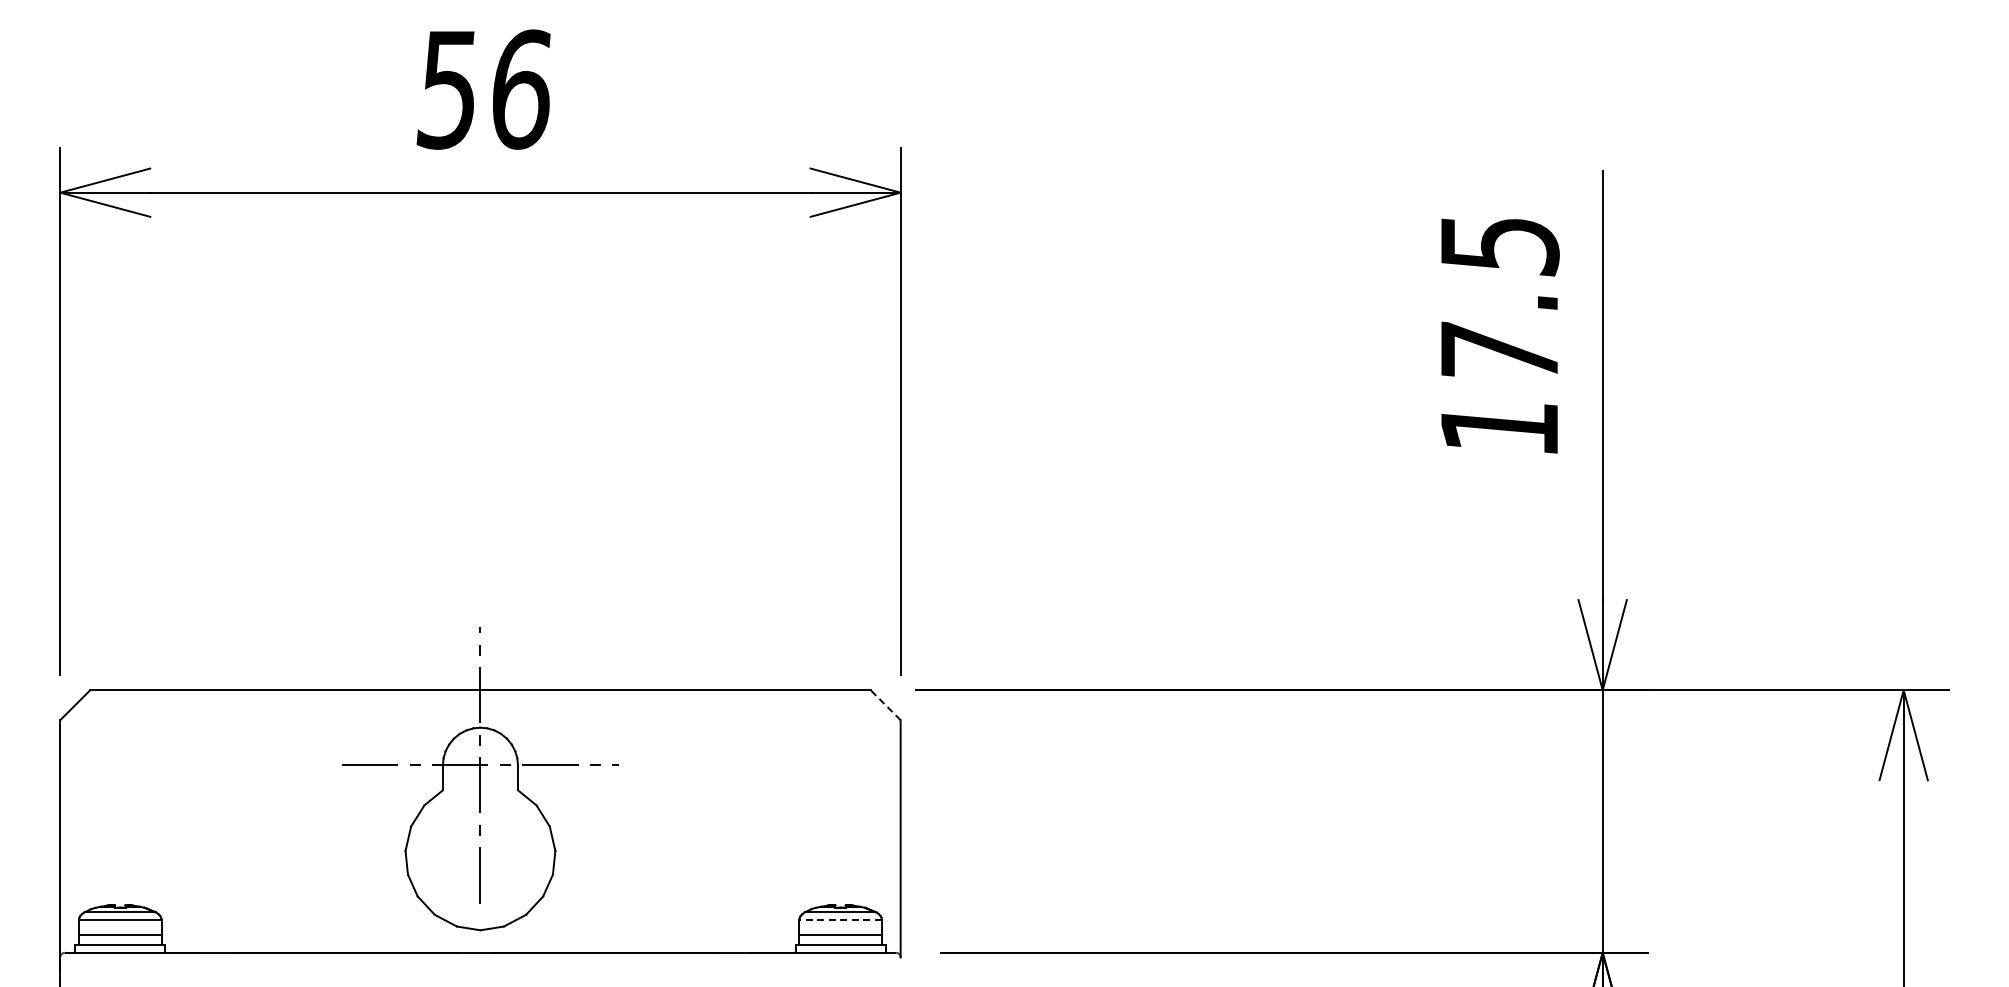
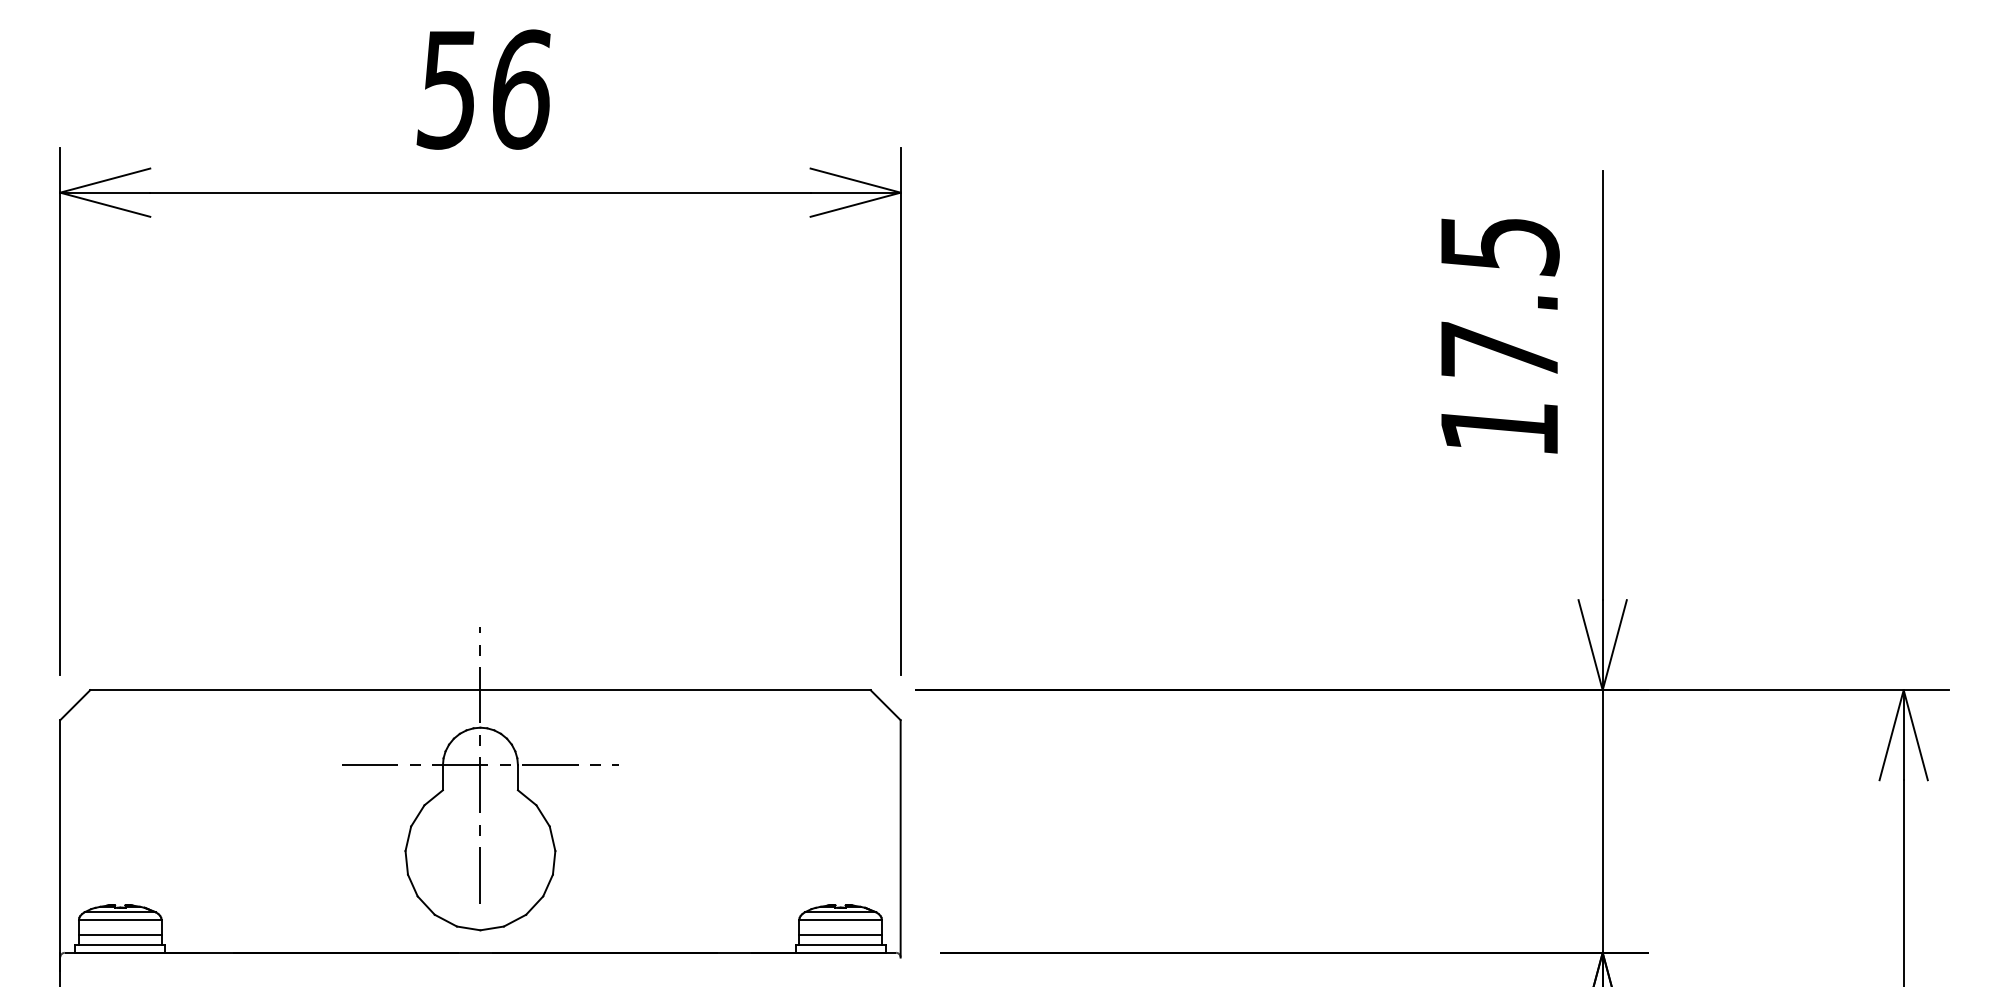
line at (885, 704): dashed -> solid
line at (840, 919): dashed -> solid
